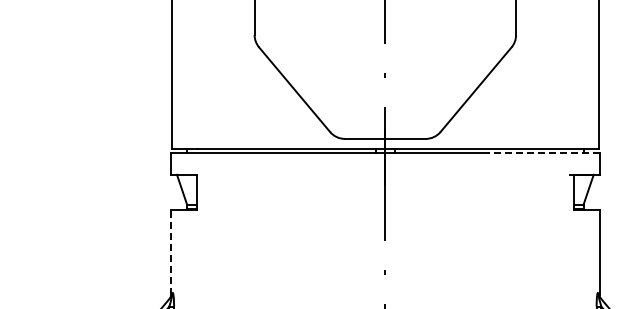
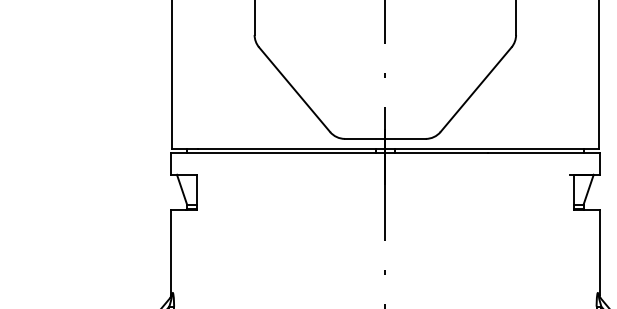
line at (543, 153): dashed -> solid
line at (171, 252): dashed -> solid
